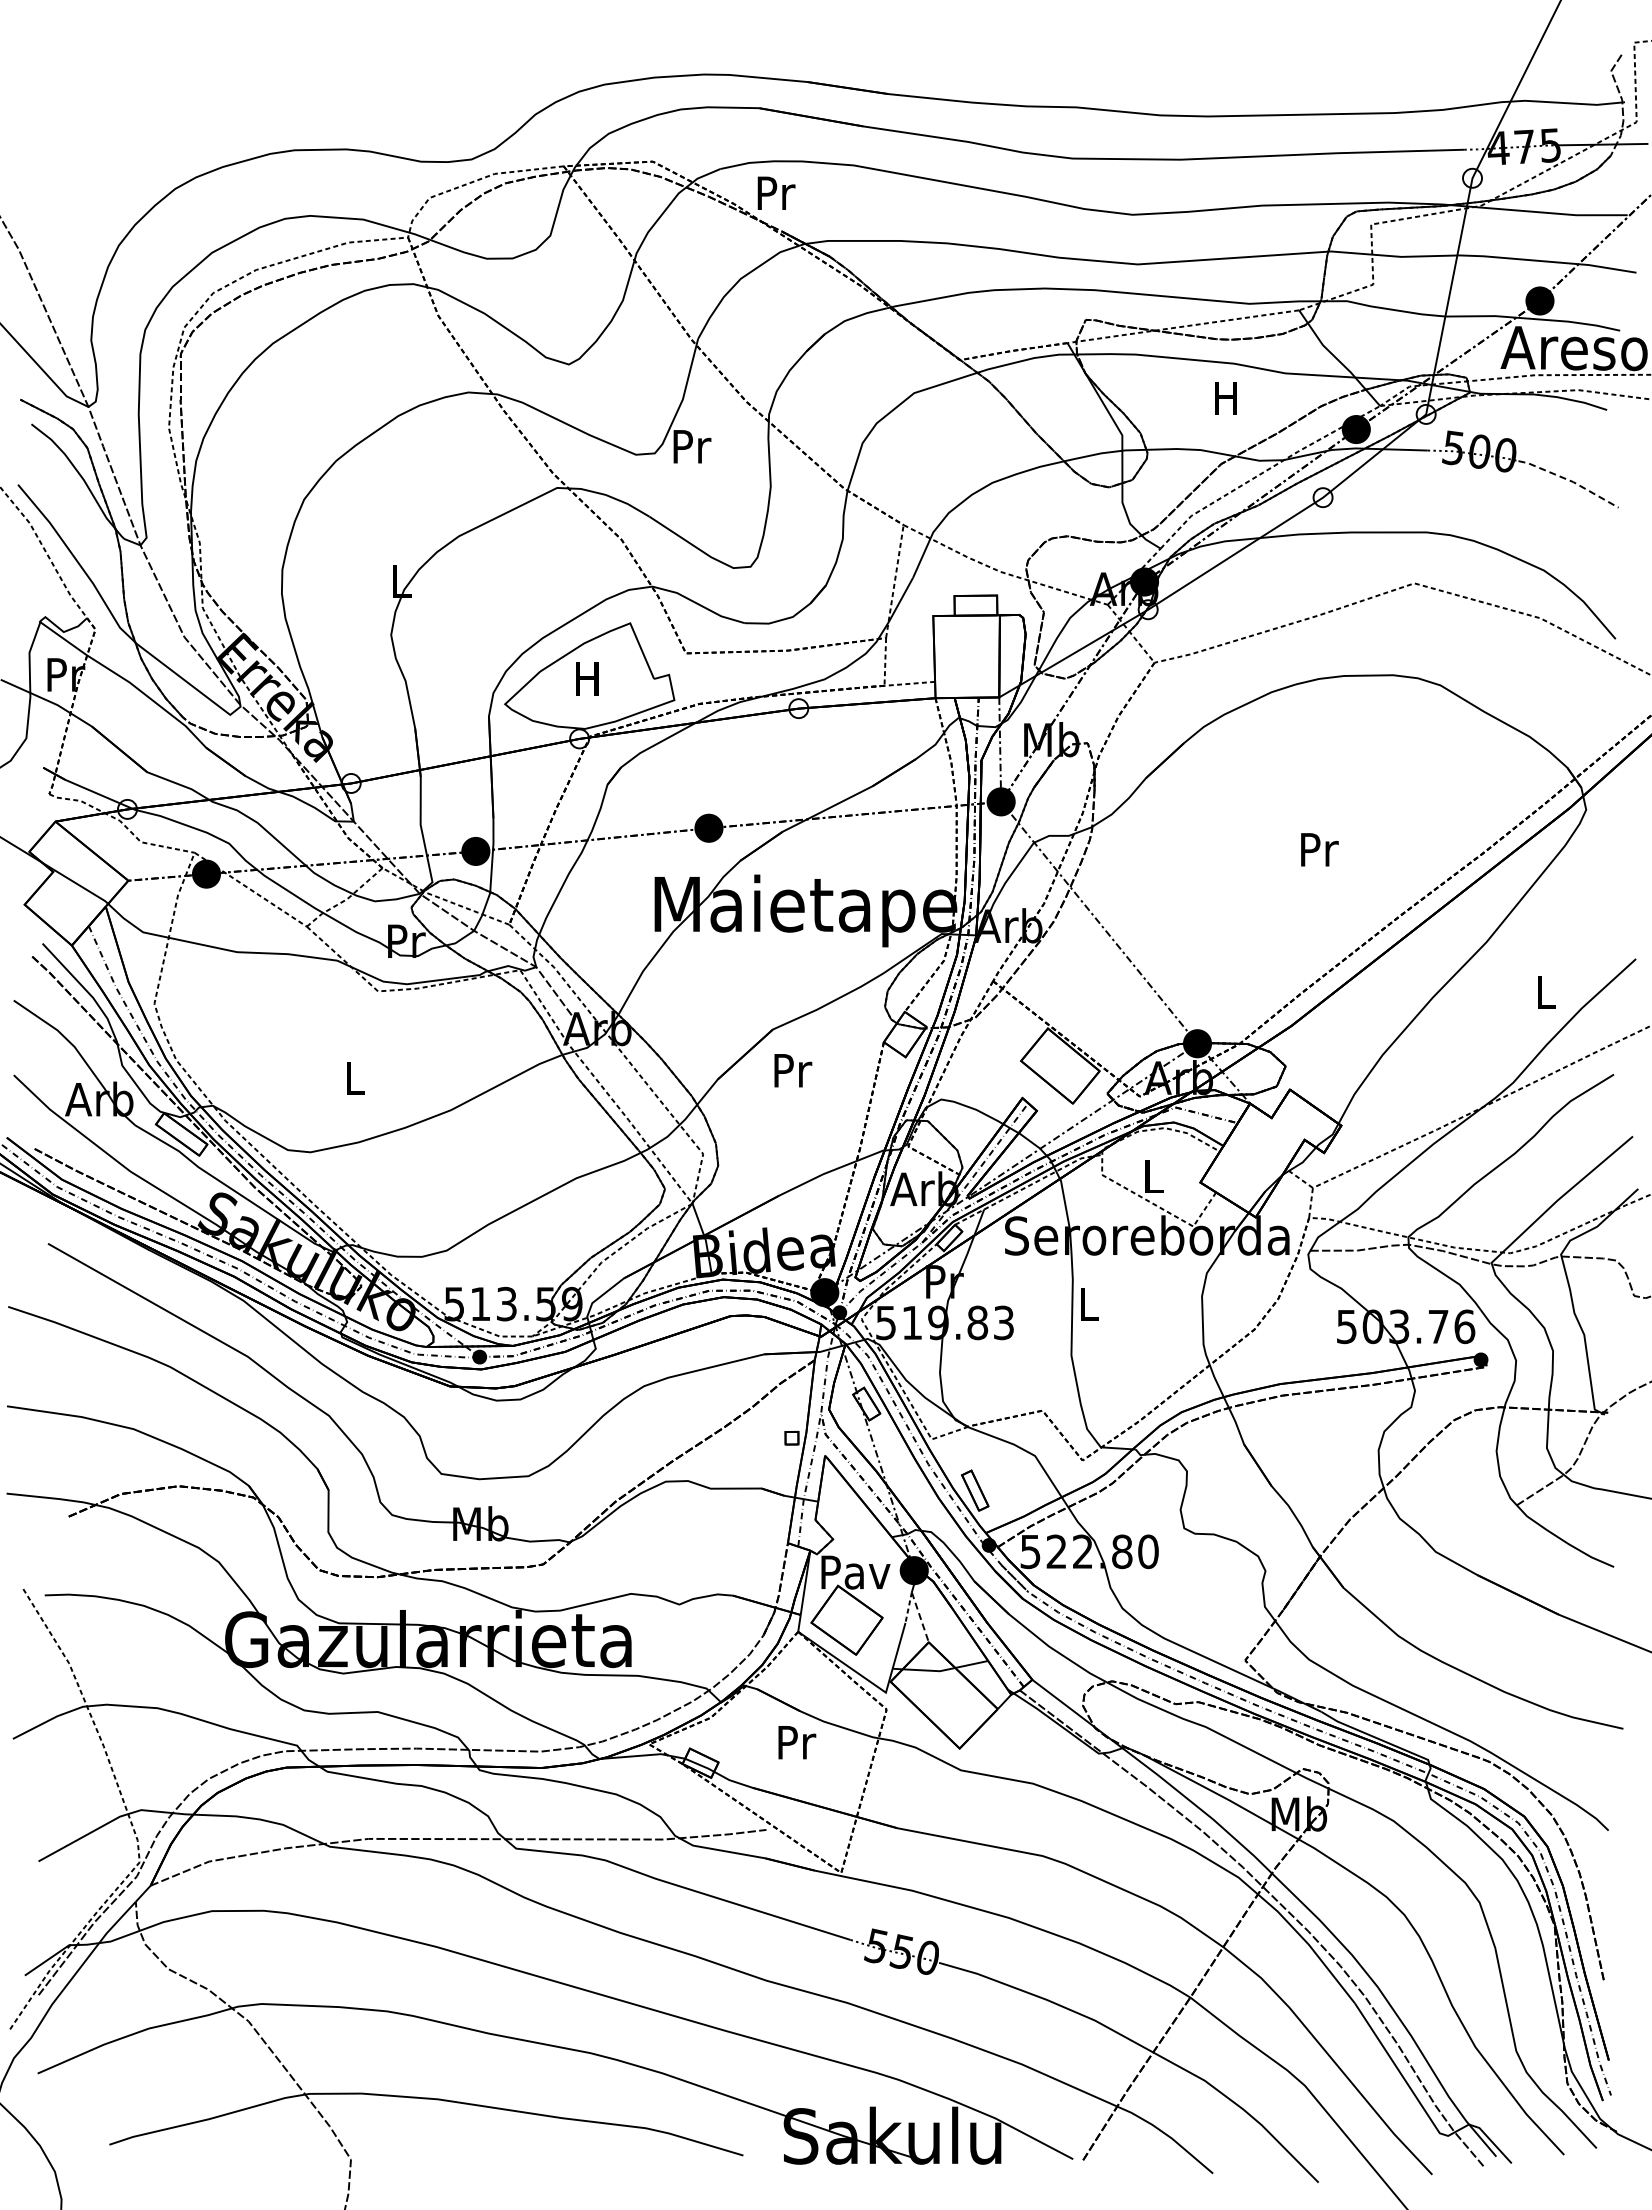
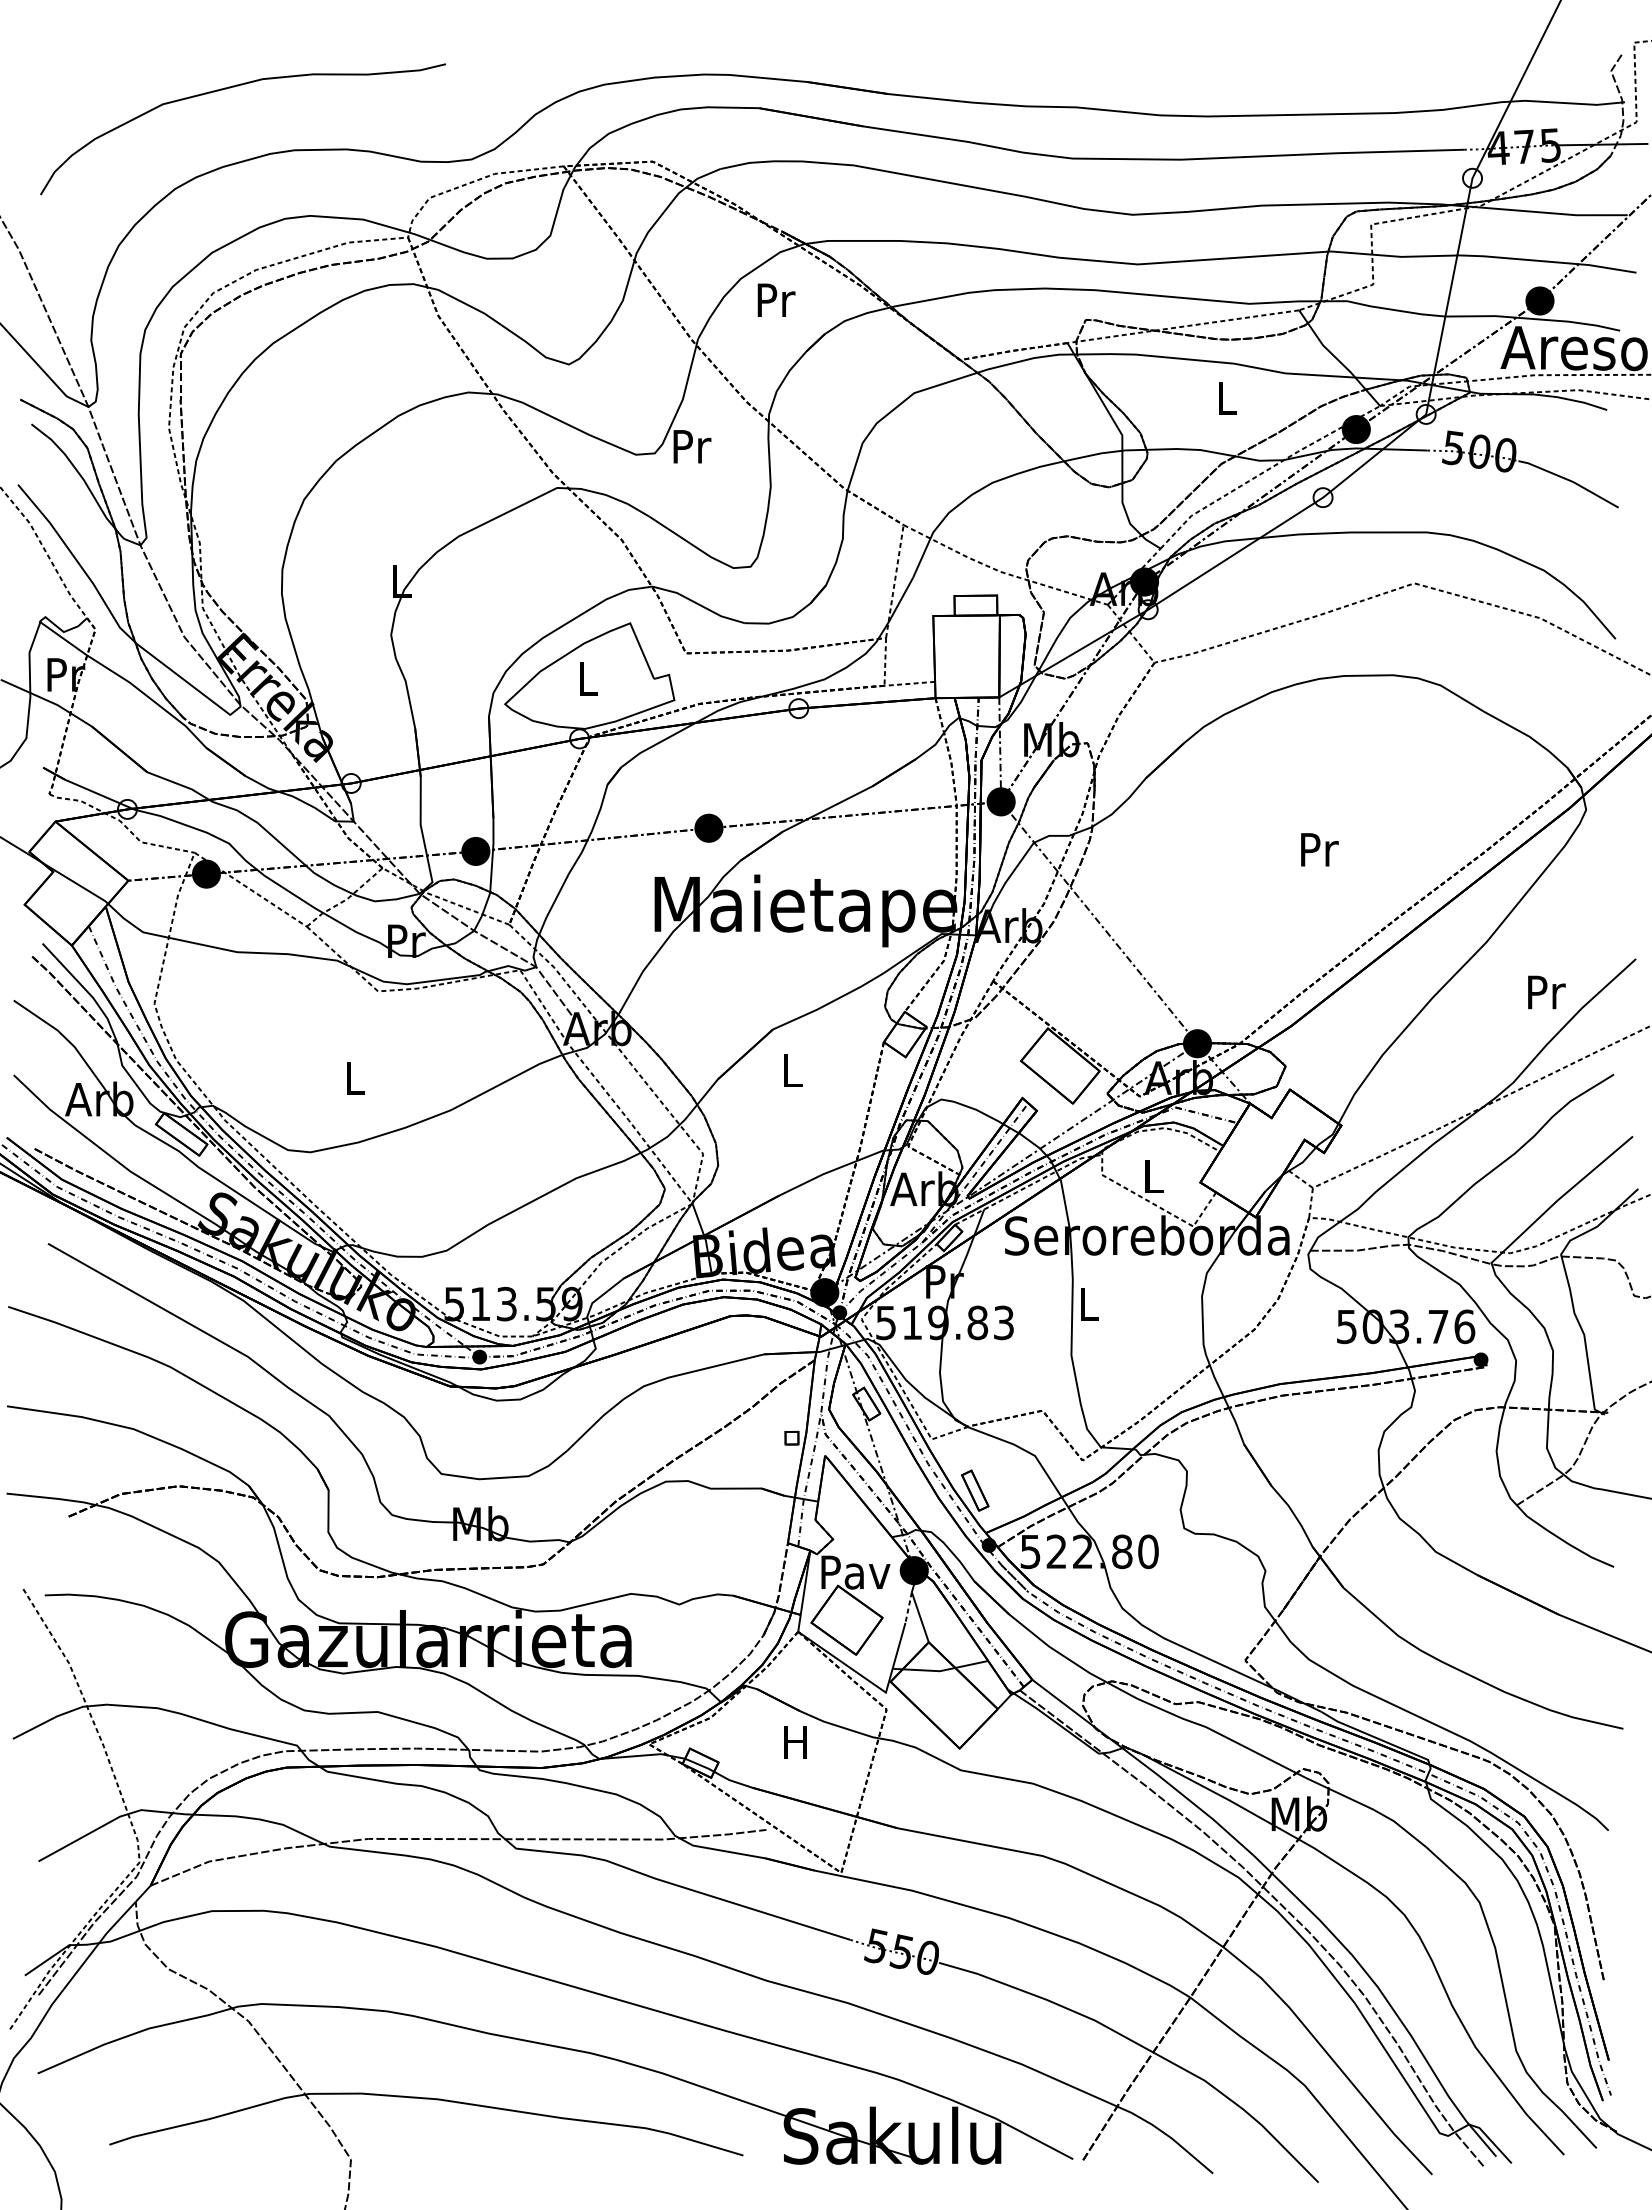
curve at (230, 88): none -> present
text at (776, 192) position: (776, 192) -> (776, 299)
text at (1225, 398): H -> L
line at (1570, 480): dashed -> solid
text at (587, 678): H -> L
text at (1546, 992): L -> Pr
text at (793, 1070): Pr -> L
line at (920, 1617): dashed -> solid
text at (797, 1742): Pr -> H
